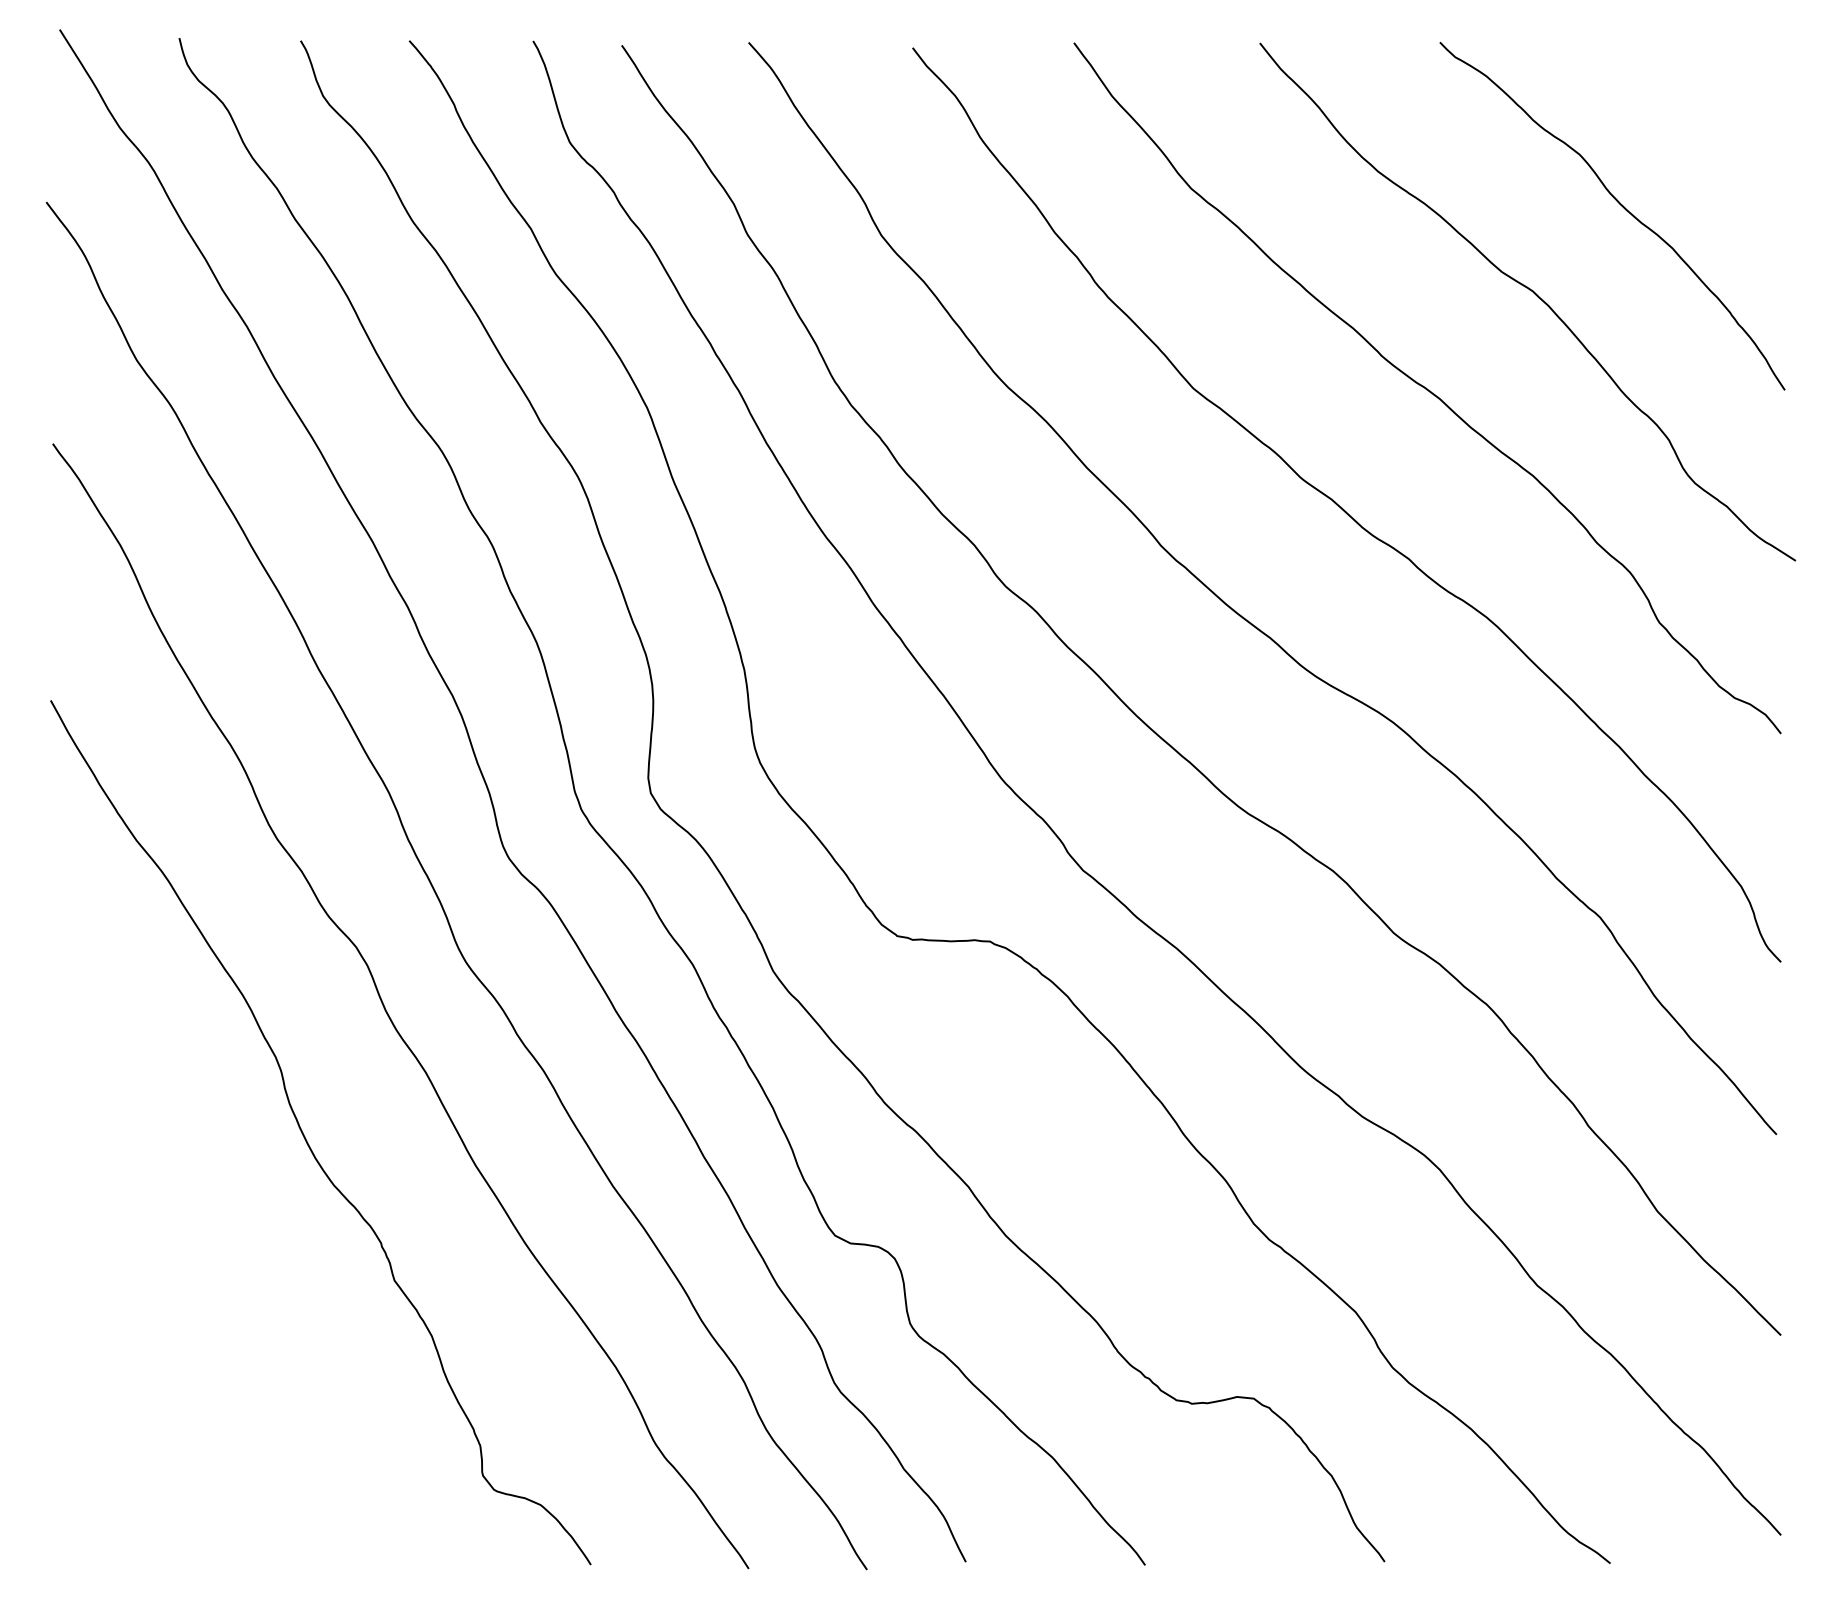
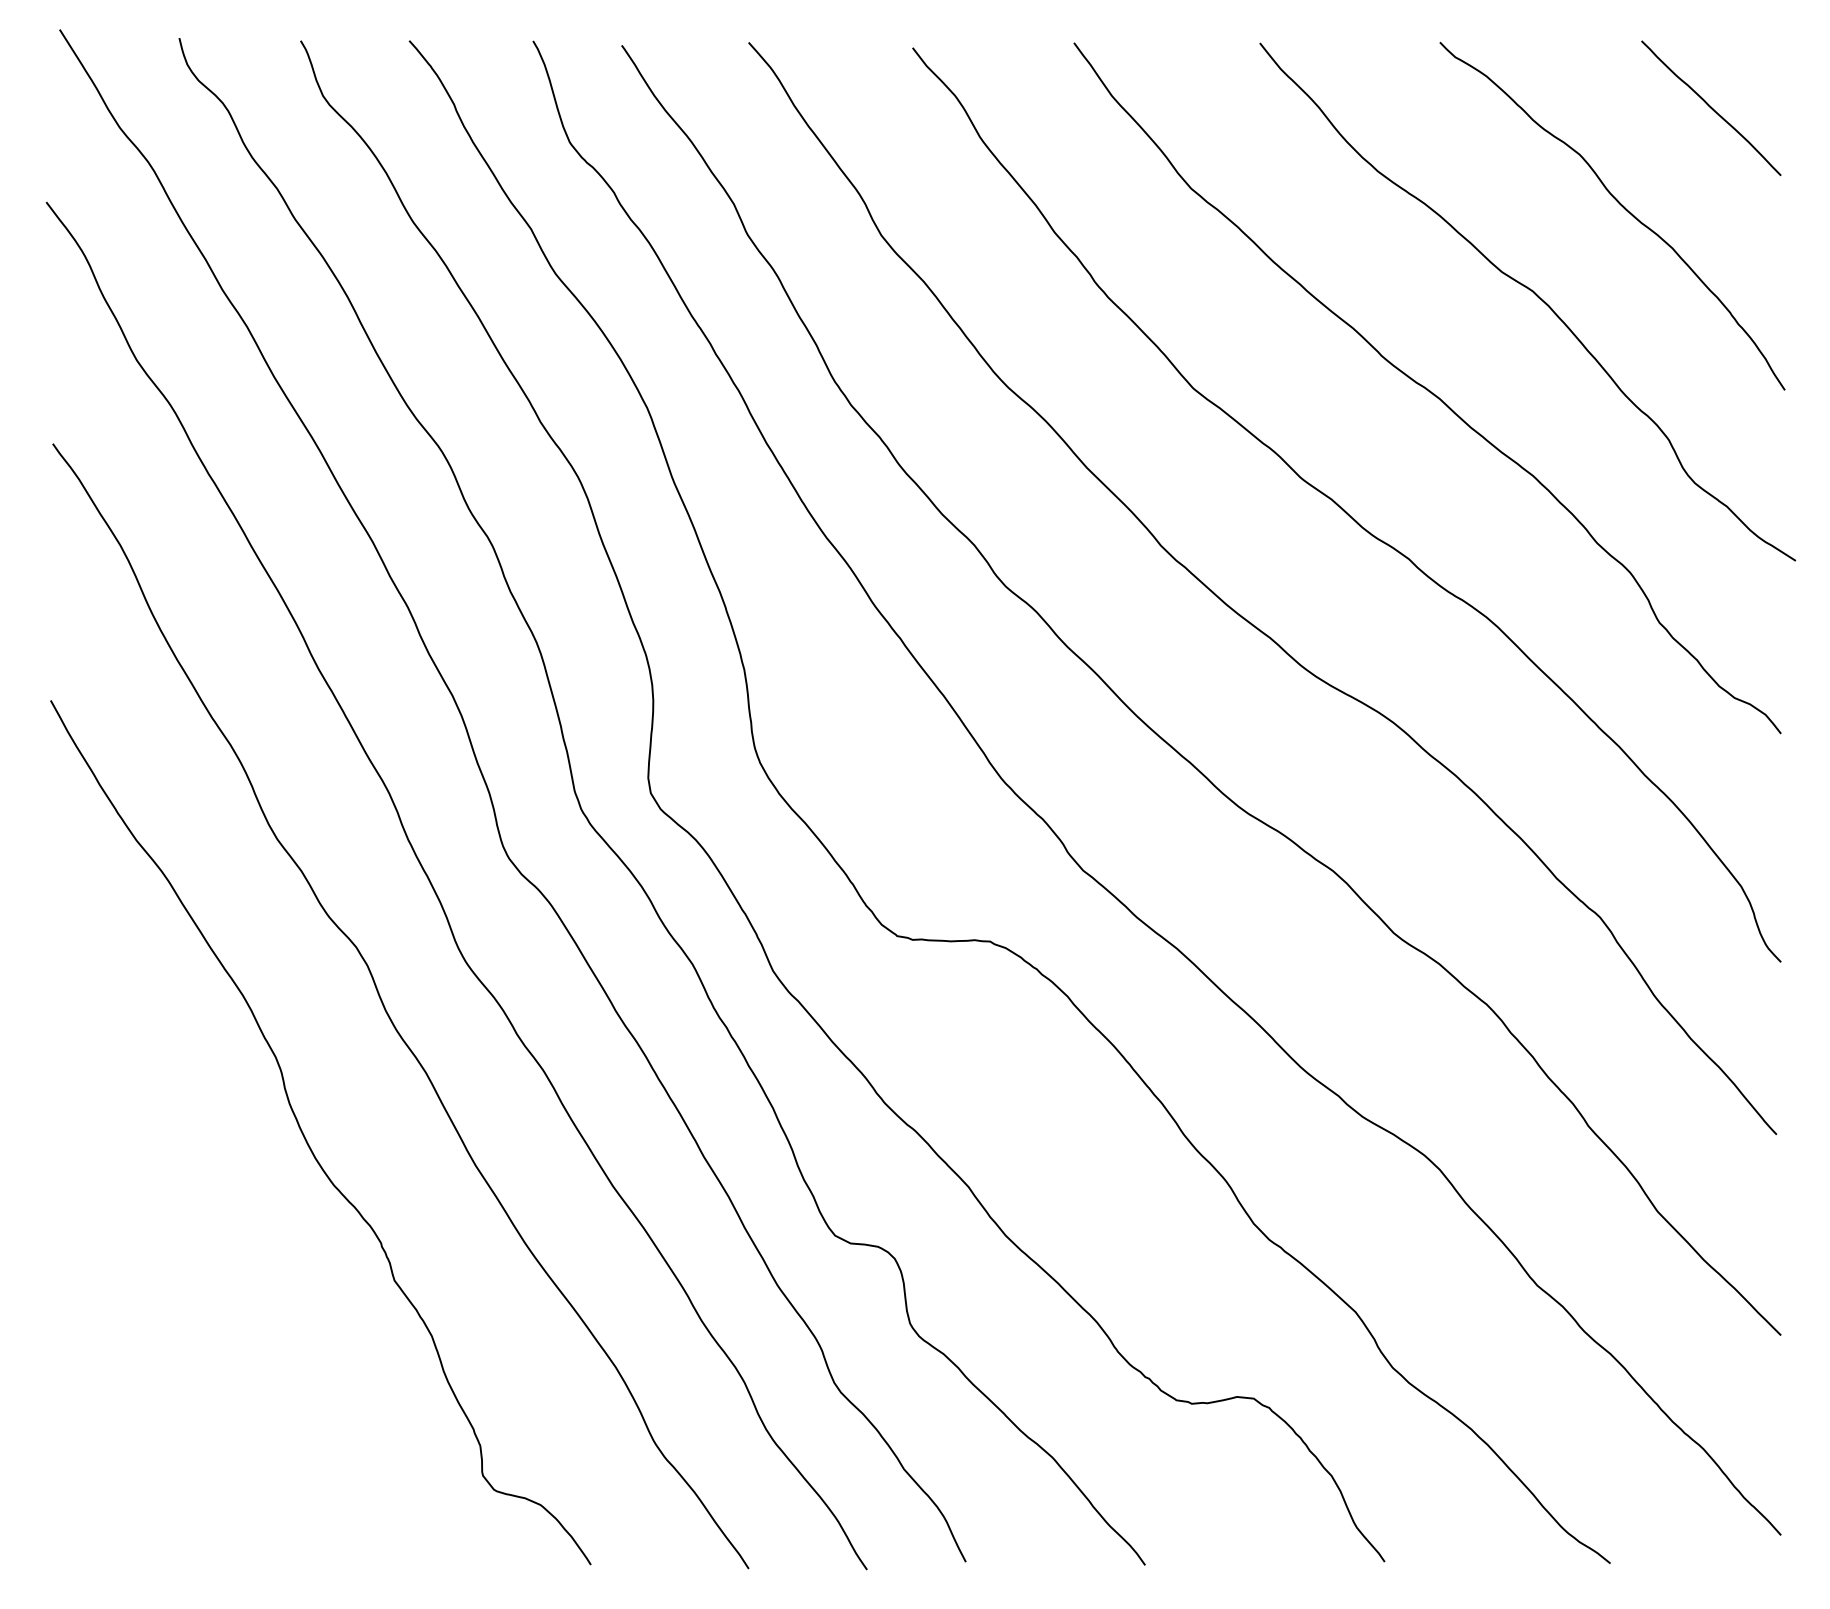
curve at (1711, 108): none -> present
